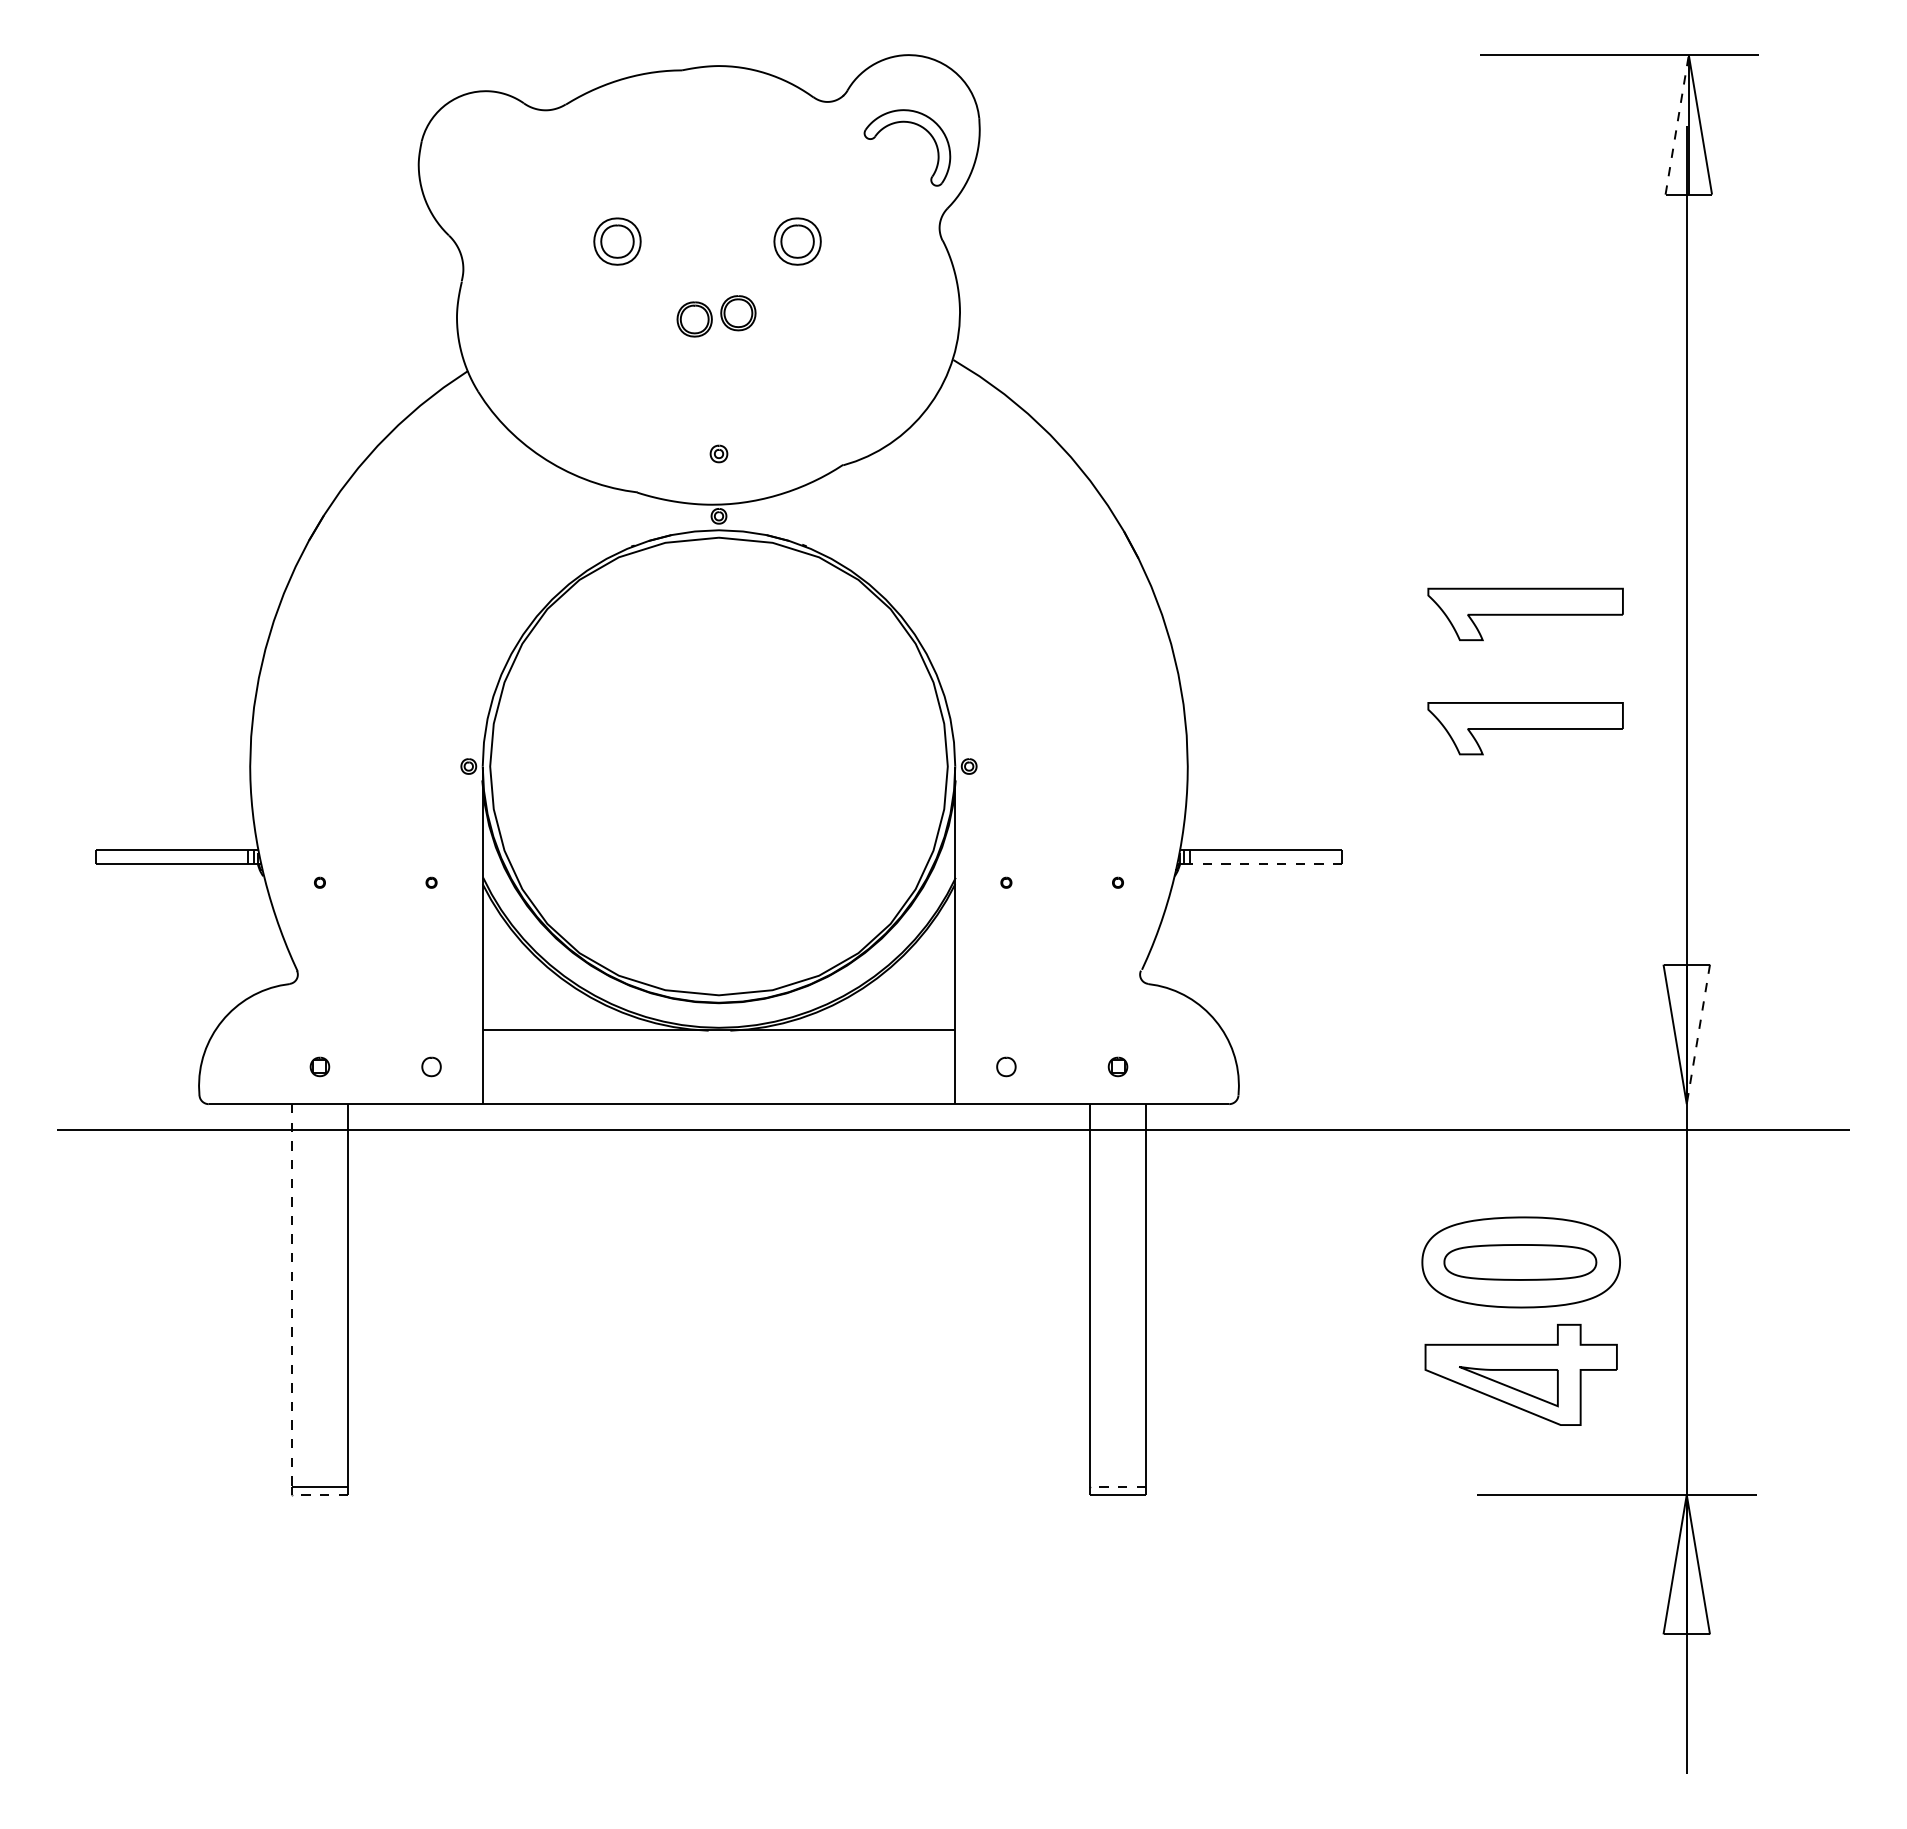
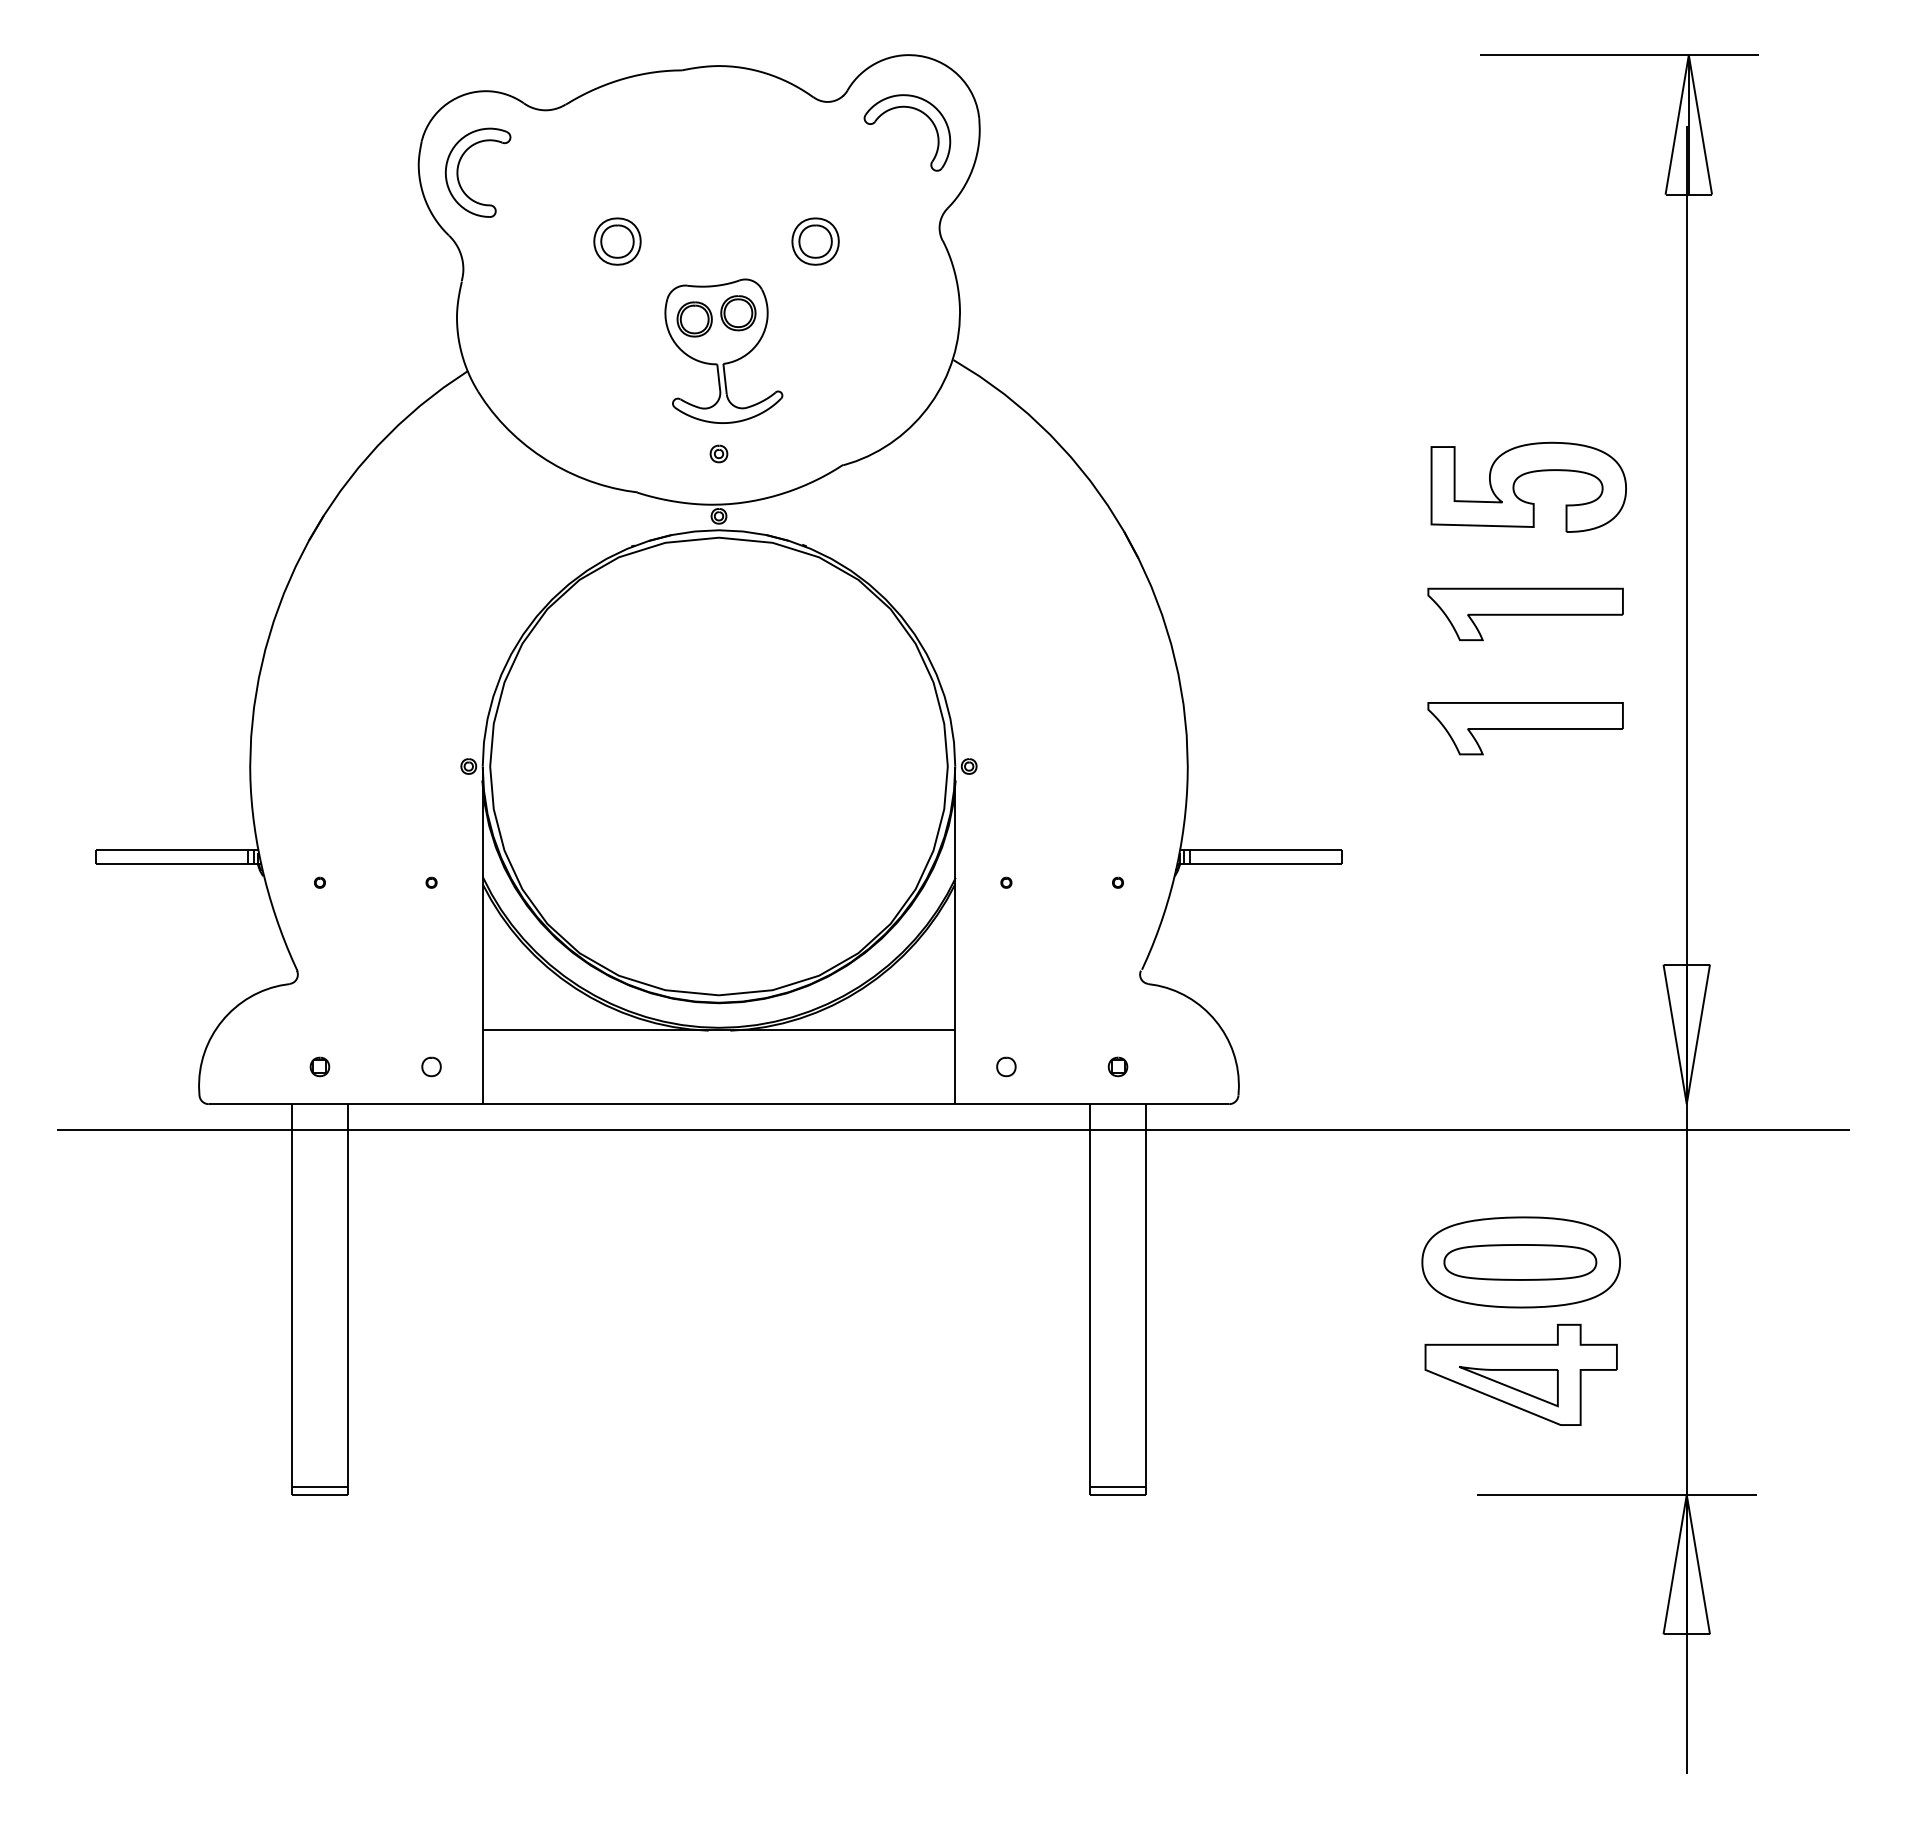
line at (1677, 124): dashed -> solid
part at (918, 126) position: (918, 126) -> (918, 111)
part at (458, 172): none -> present
part at (797, 241) position: (797, 241) -> (815, 241)
part at (723, 350): none -> present
part at (1520, 477): none -> present
line at (1265, 864): dashed -> solid
line at (1698, 1034): dashed -> solid
line at (292, 1295): dashed -> solid
line at (1118, 1487): dashed -> solid
line at (319, 1494): dashed -> solid
